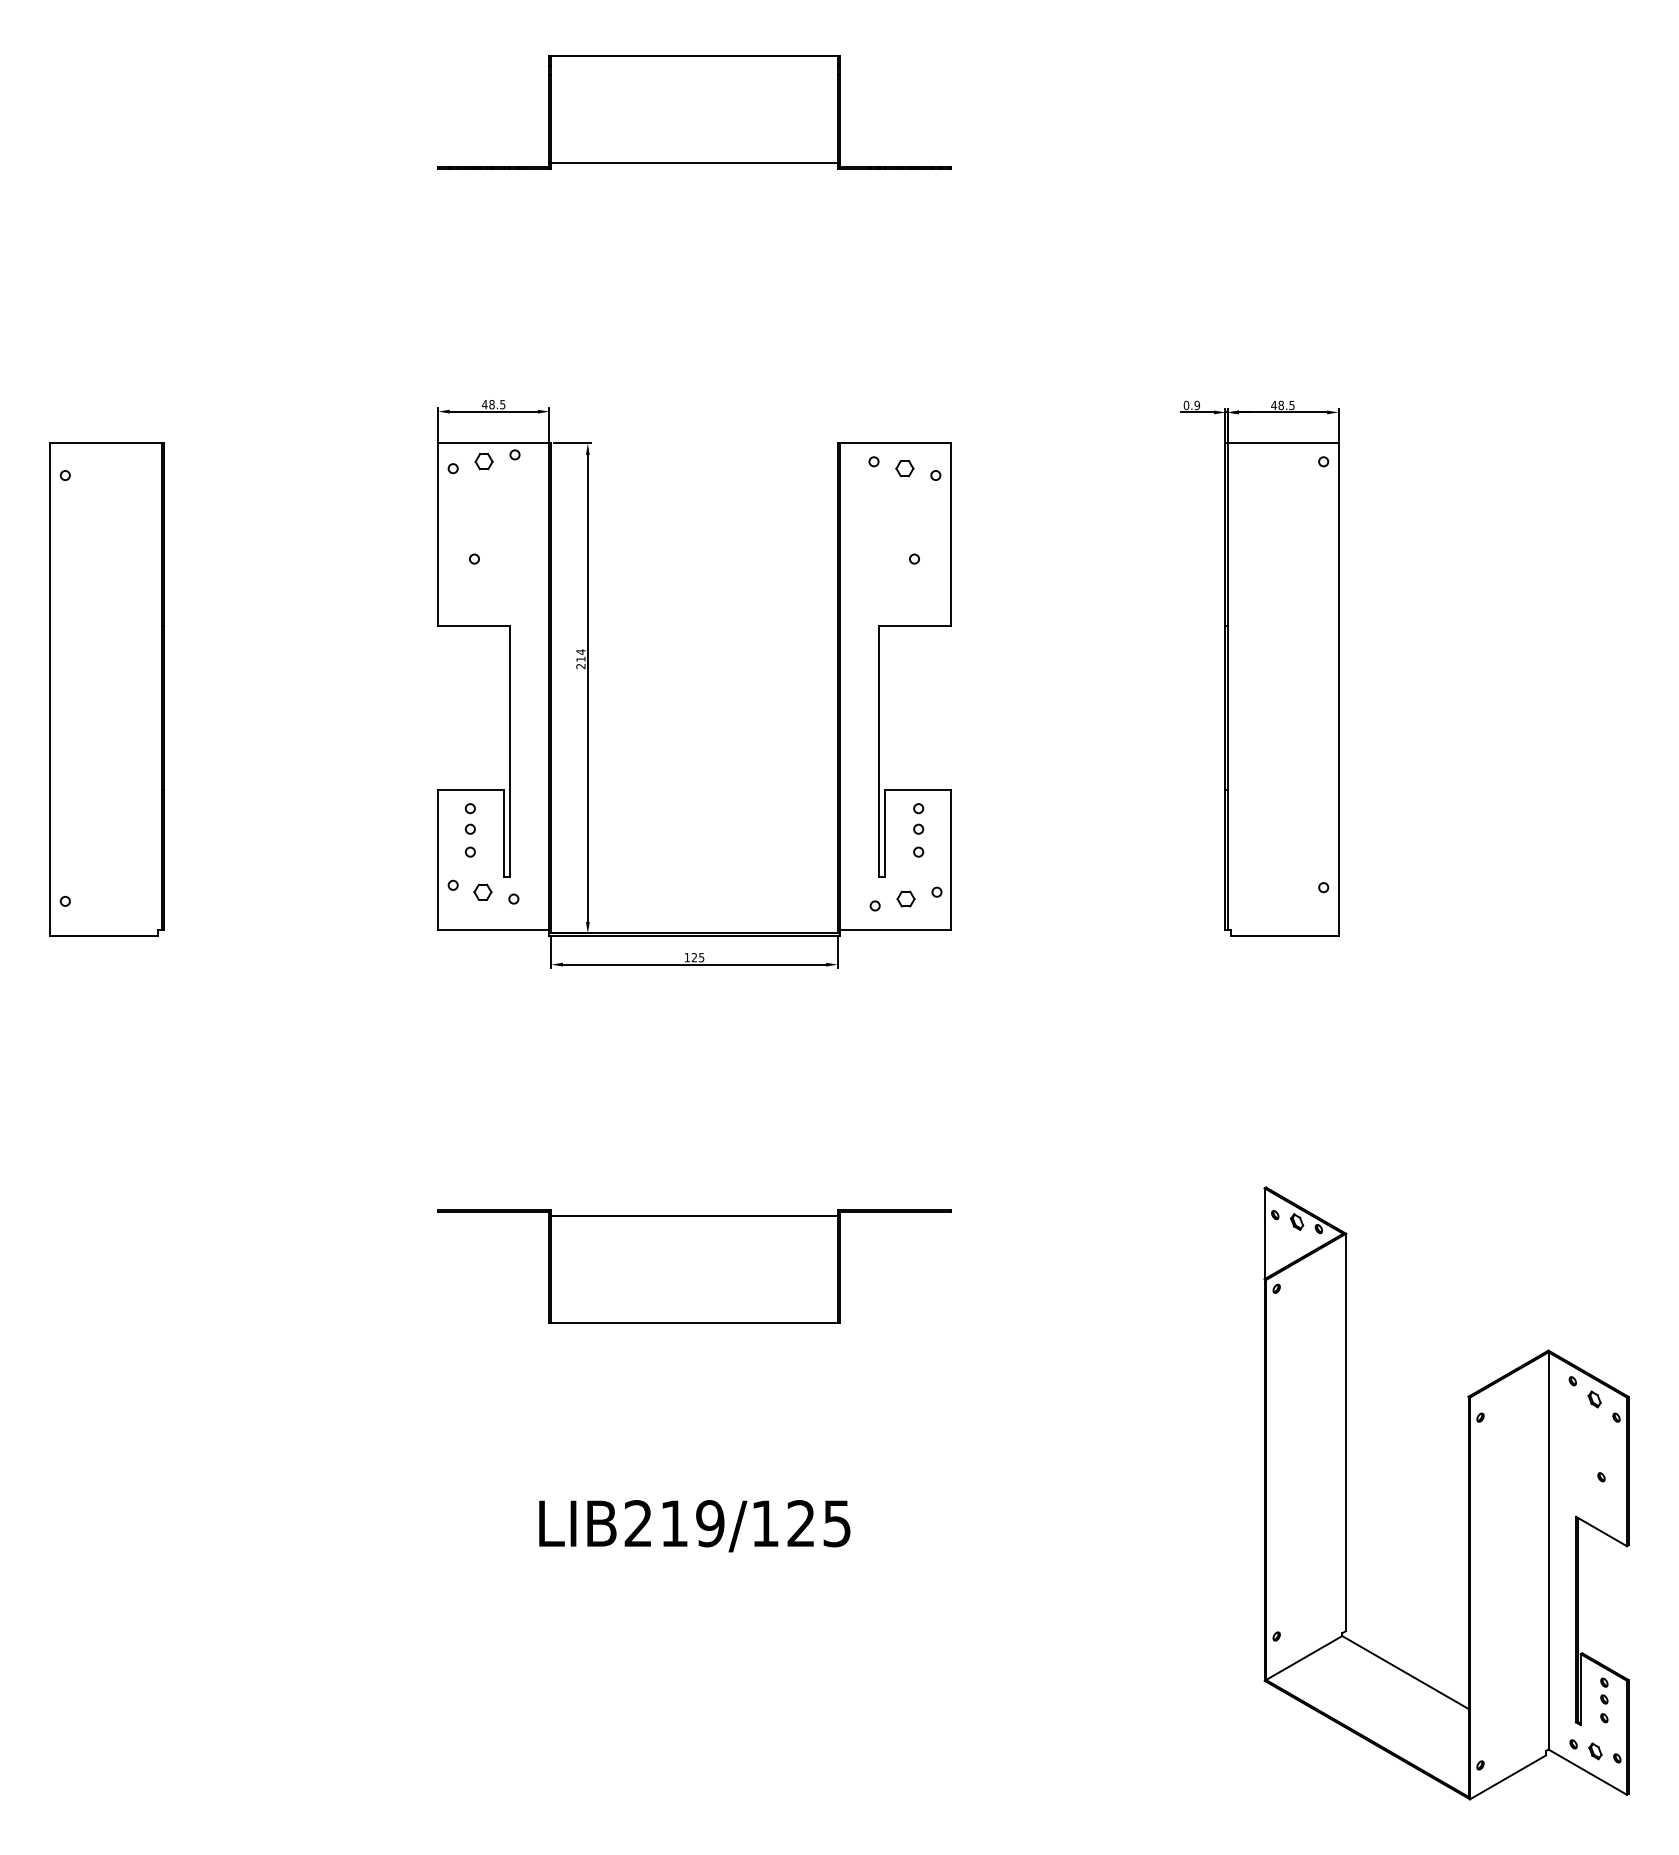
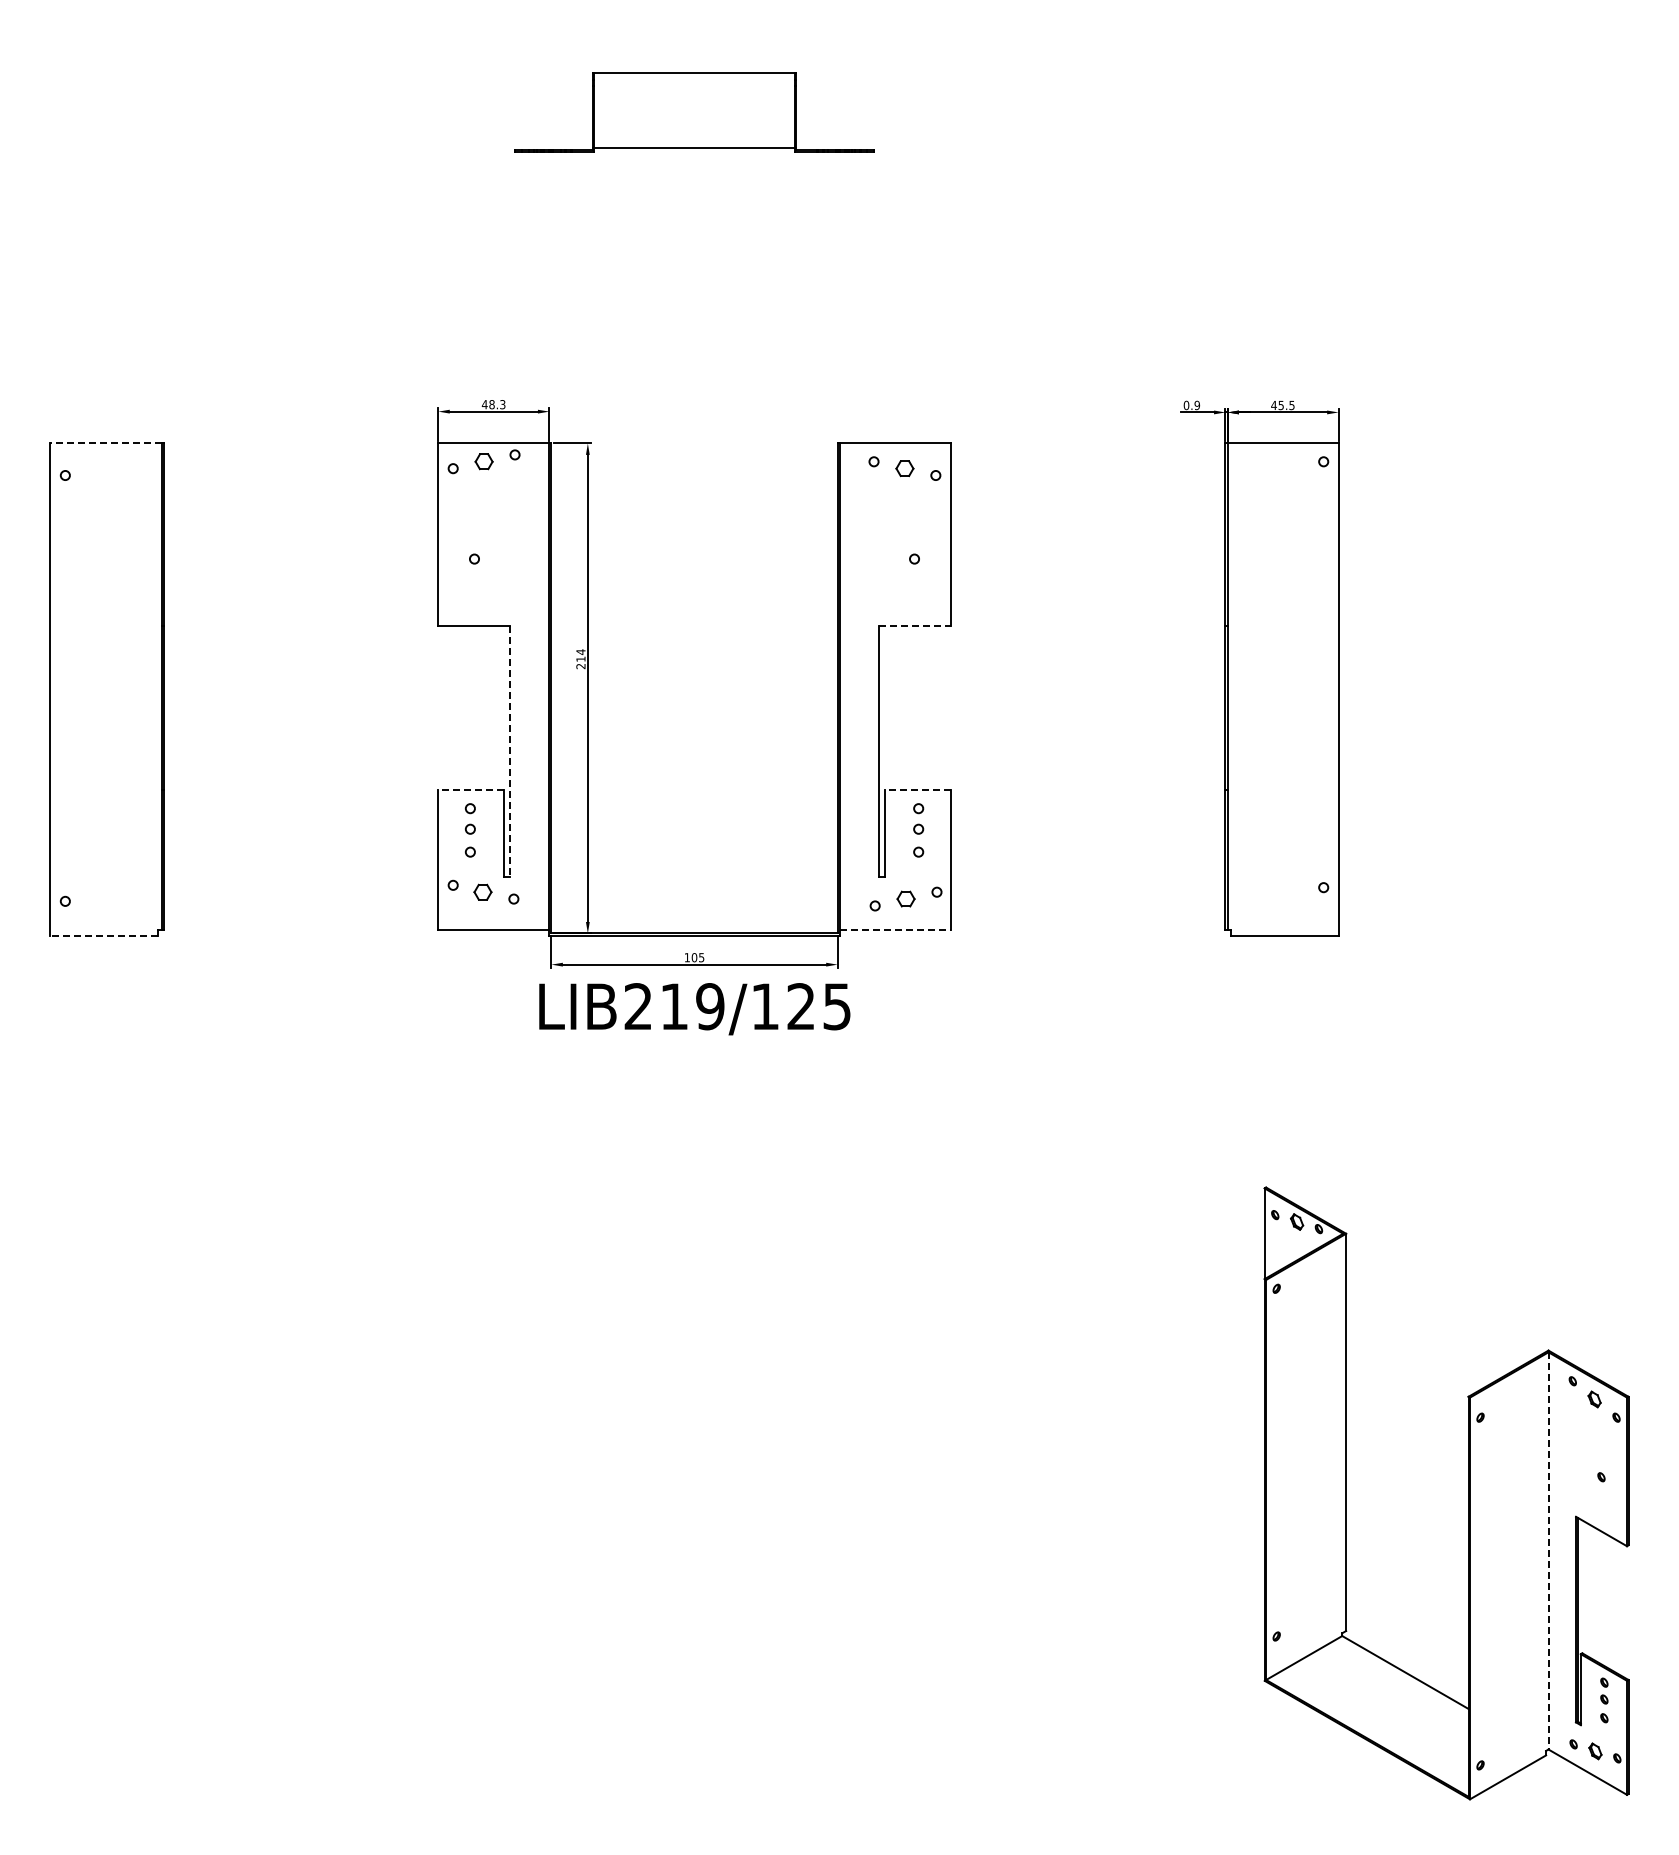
part at (694, 112) size: 515x115 px -> 361x81 px
text at (502, 404): 48.5 -> 48.3
text at (1280, 405): 48.5 -> 45.5
line at (106, 443): solid -> dashed
line at (915, 625): solid -> dashed
line at (510, 751): solid -> dashed
line at (470, 790): solid -> dashed
line at (918, 790): solid -> dashed
line at (895, 930): solid -> dashed
line at (104, 935): solid -> dashed
text at (694, 957): 125 -> 105
part at (694, 1266): present -> none
text at (694, 1526) position: (694, 1526) -> (694, 1009)
line at (1548, 1550): solid -> dashed
